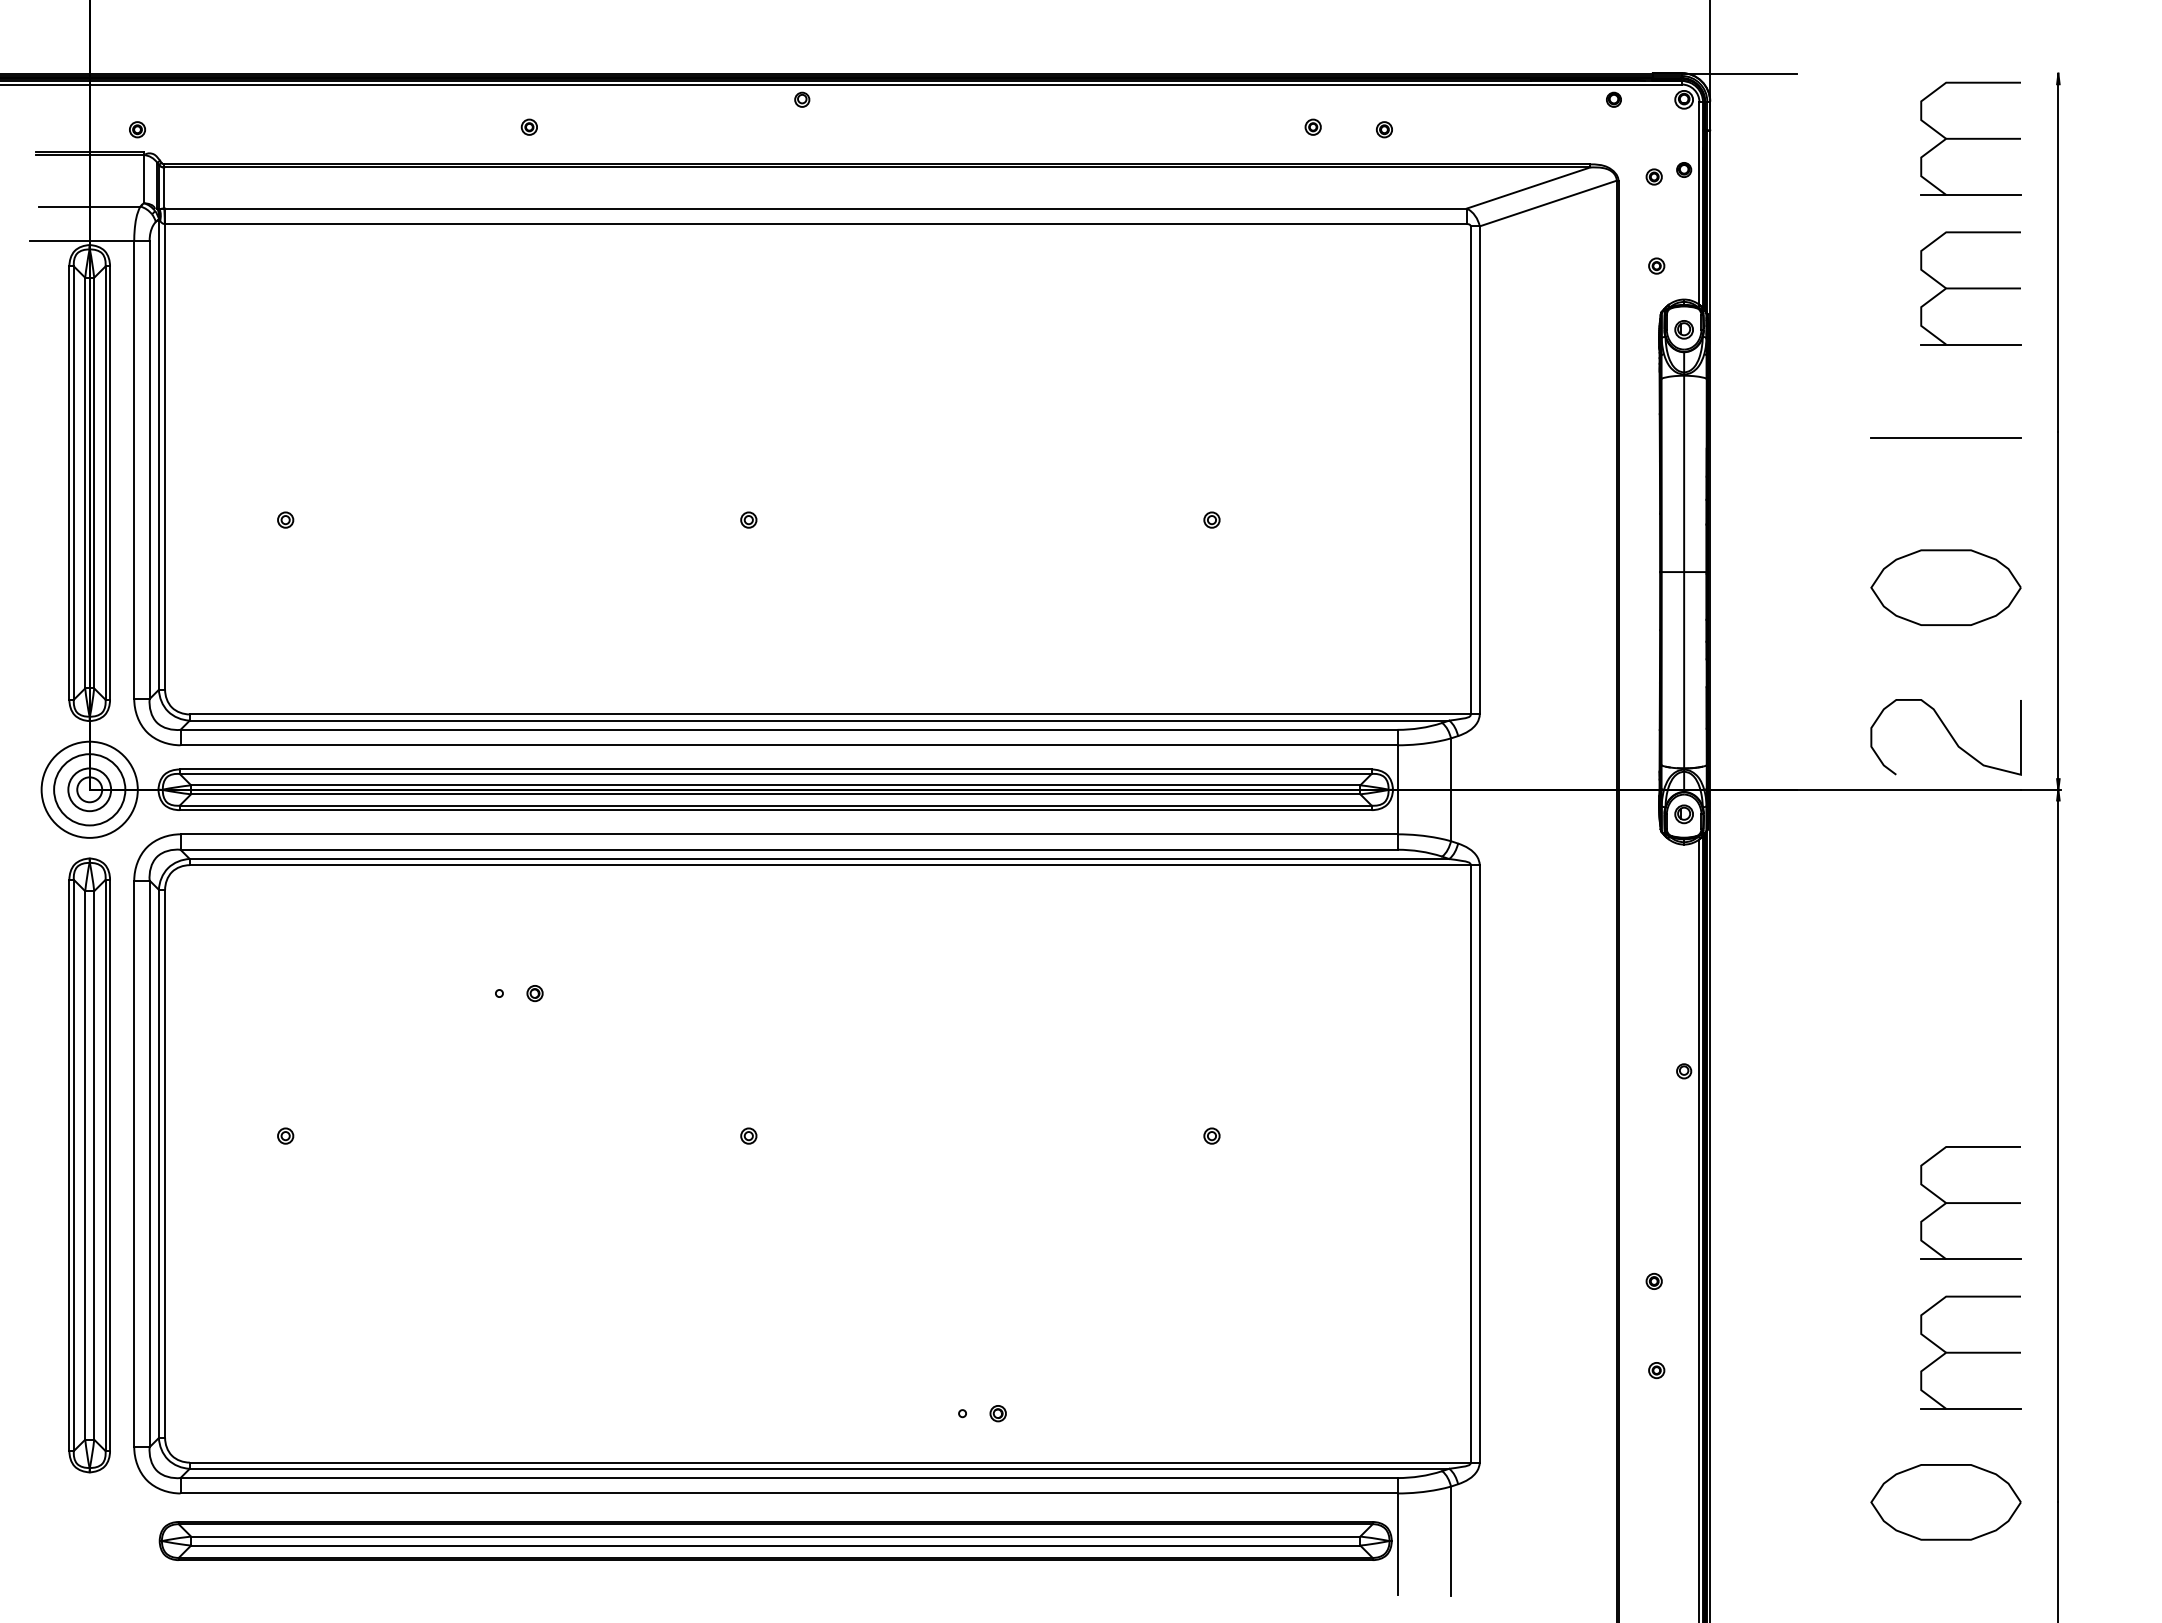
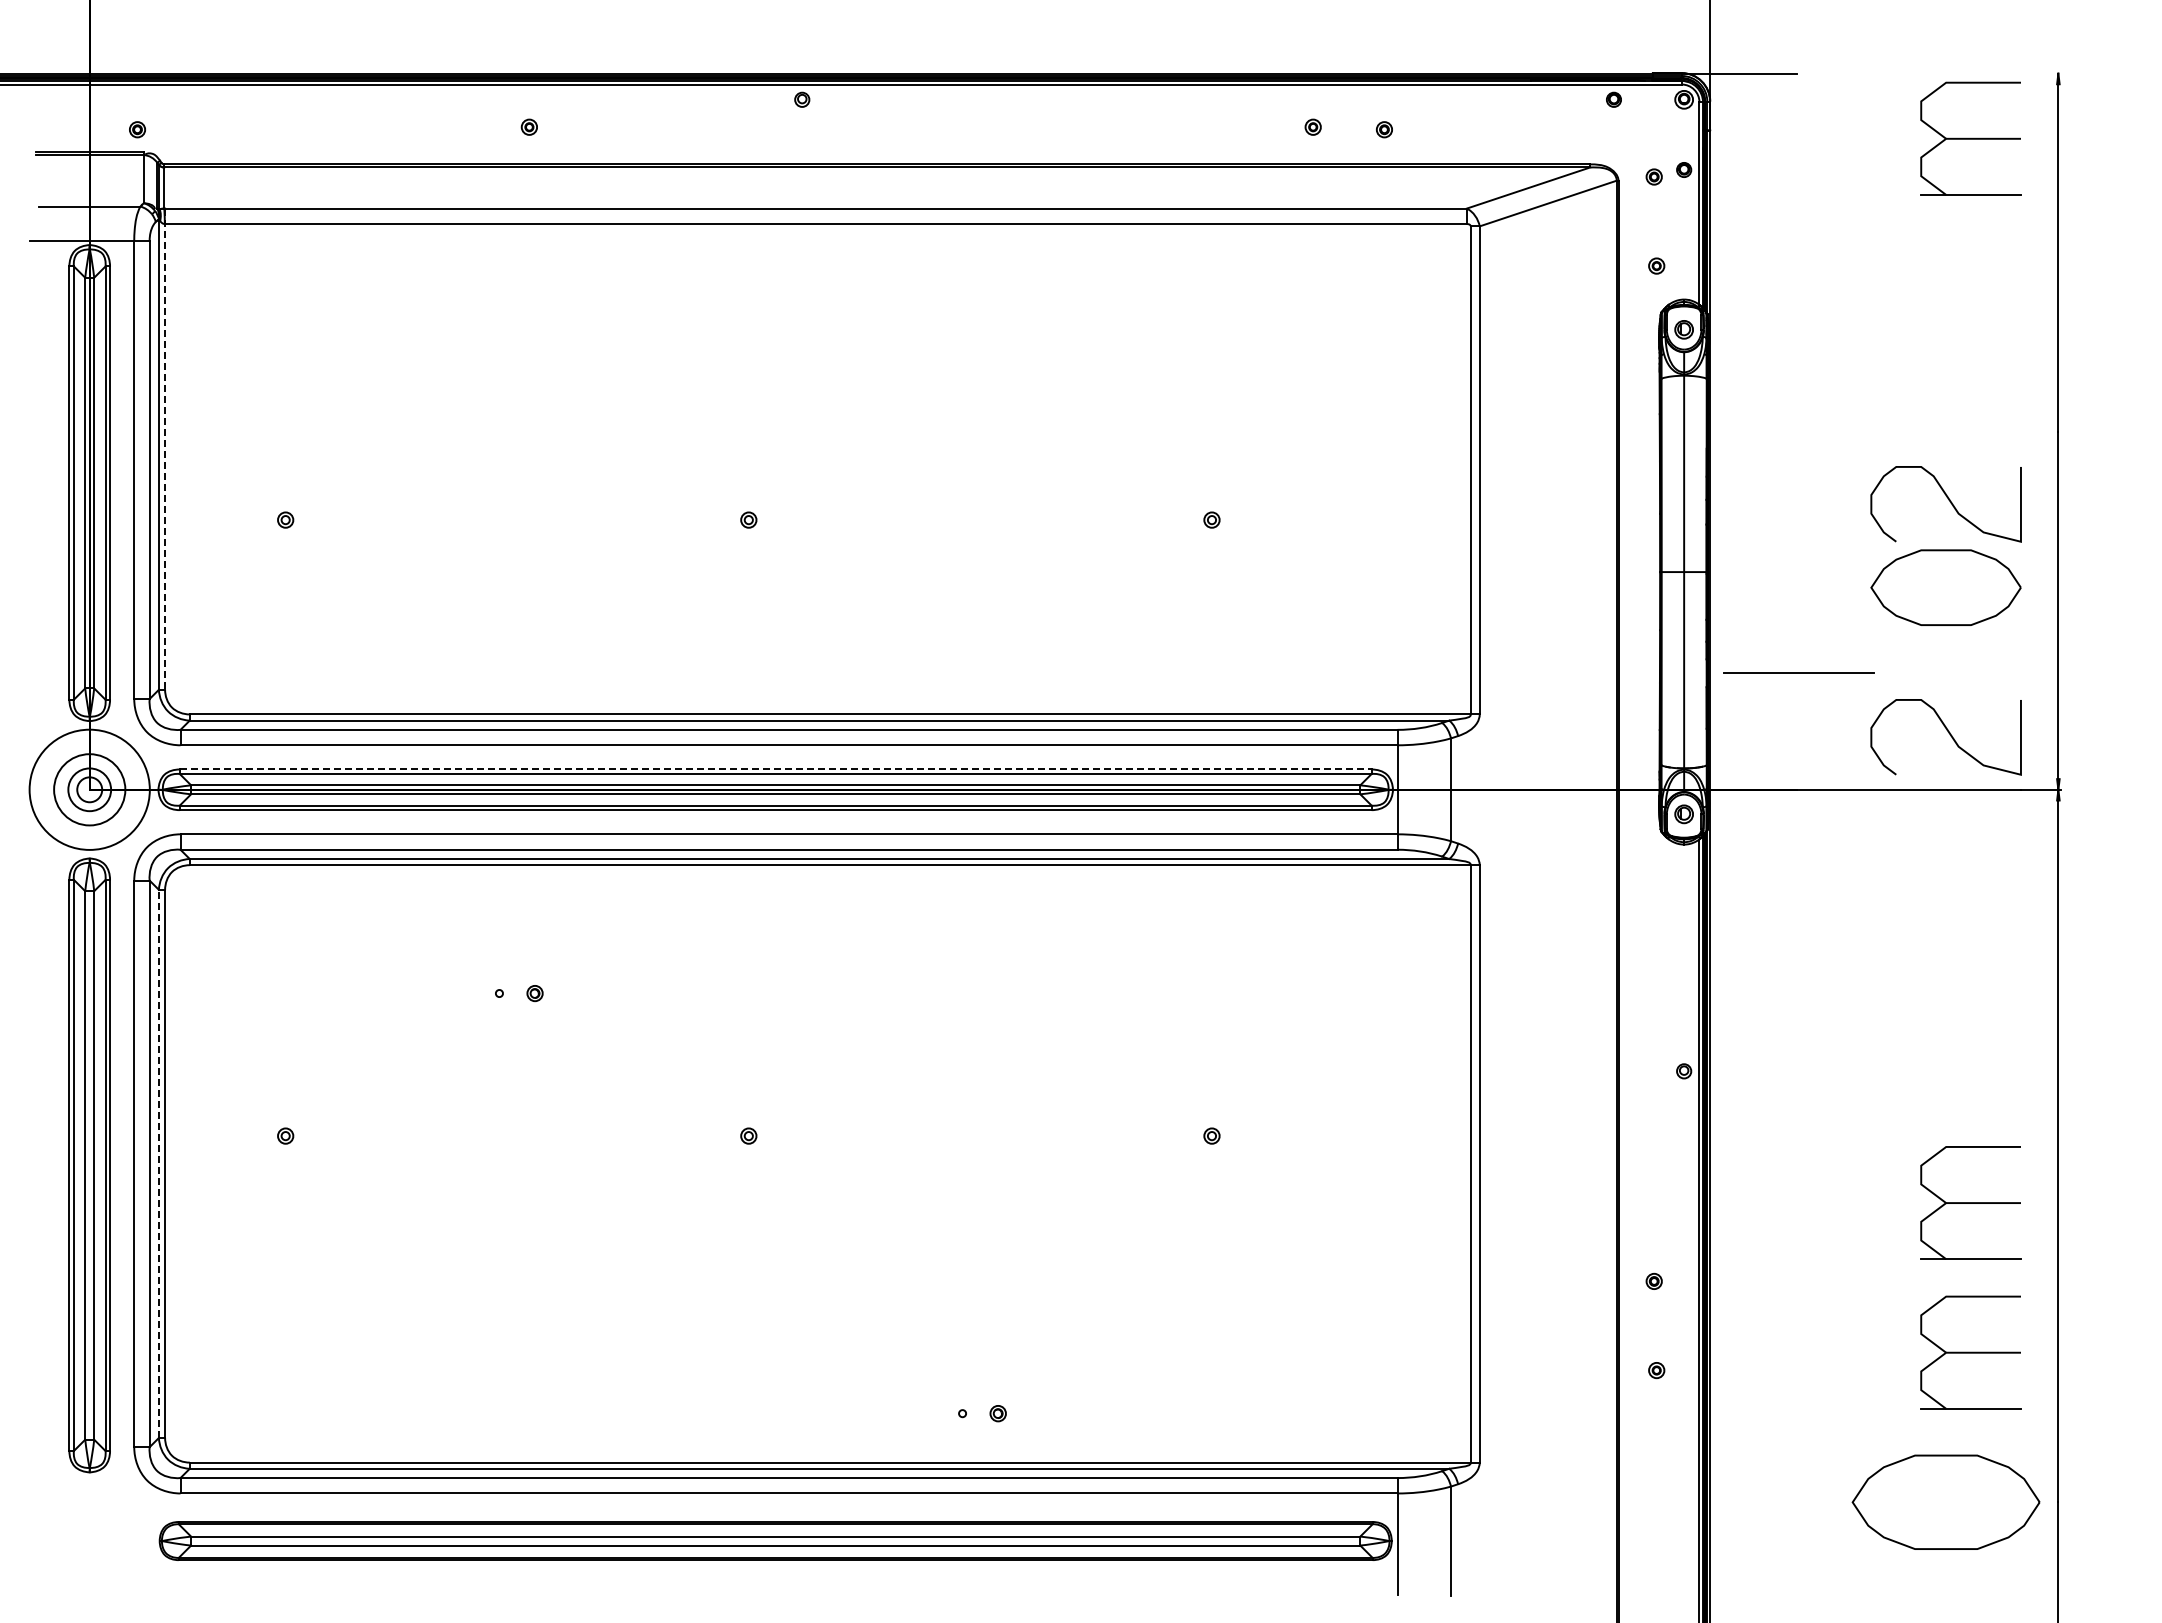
part at (1970, 288): present -> none
line at (1945, 437) position: (1945, 437) -> (1798, 672)
line at (165, 449): solid -> dashed
curve at (1948, 500): none -> present
line at (775, 769): solid -> dashed
circle at (89, 789) diameter: 96 px -> 120 px
line at (158, 1163): solid -> dashed
part at (1945, 1502) size: 152x77 px -> 190x96 px
